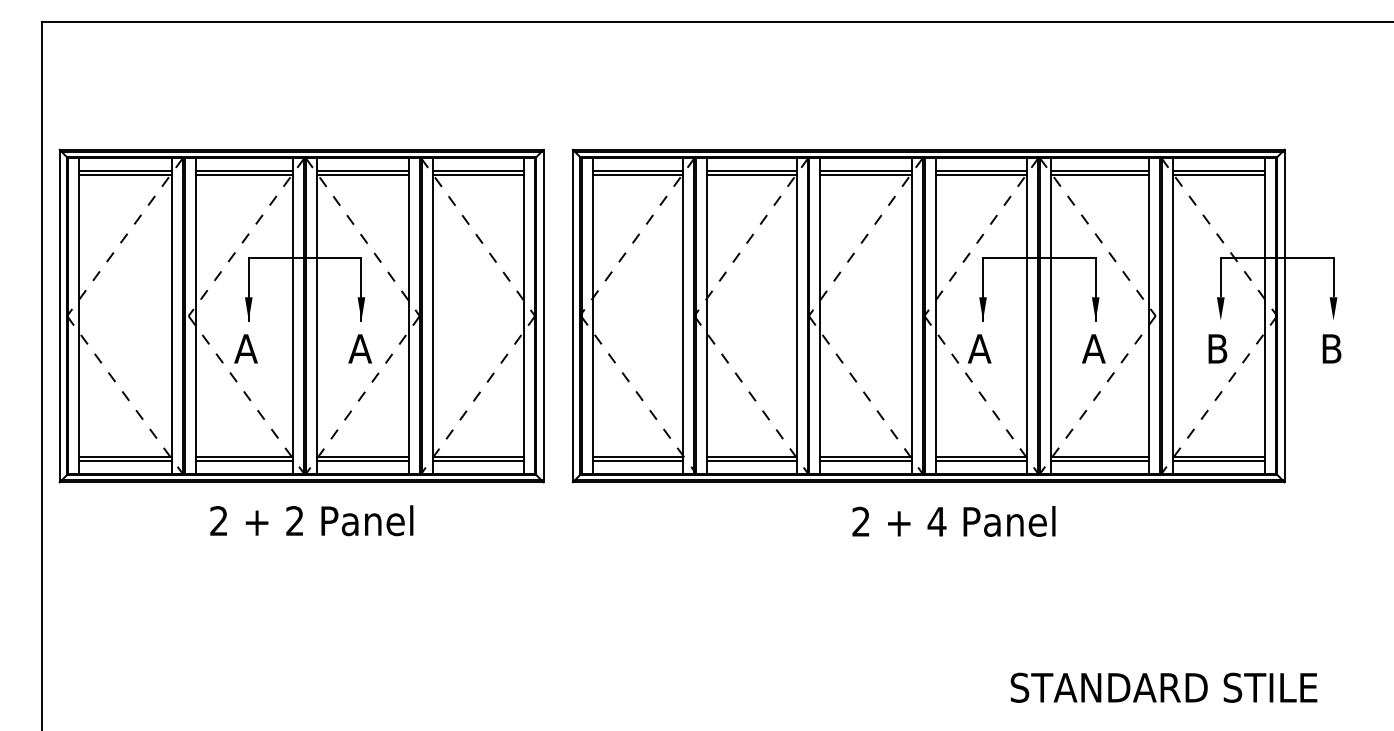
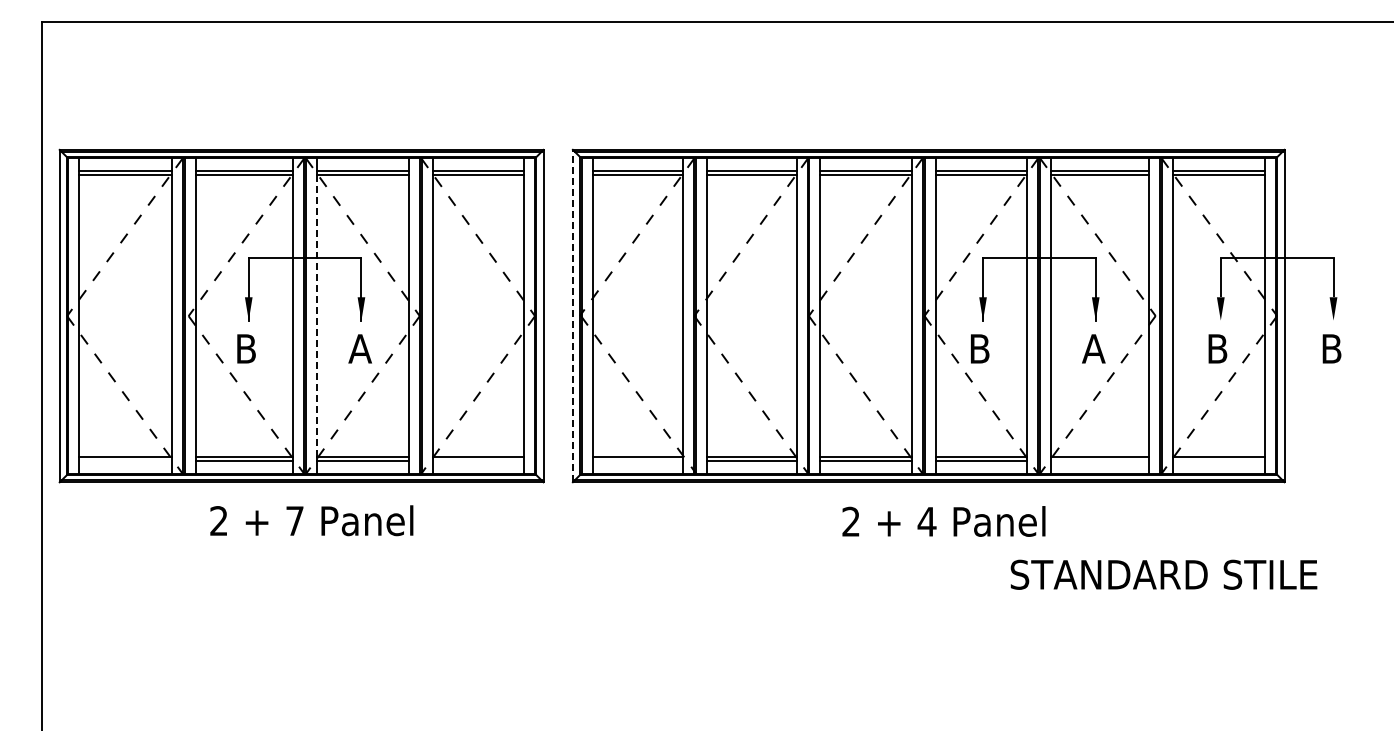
line at (317, 315): solid -> dashed
line at (572, 315): solid -> dashed
text at (245, 348): A -> B
text at (979, 348): A -> B
line at (125, 460): present -> none
line at (477, 460): present -> none
line at (637, 460): present -> none
line at (1099, 460): present -> none
line at (1218, 460): present -> none
text at (294, 520): 2 -> 7
text at (953, 521) position: (953, 521) -> (943, 521)
text at (1163, 687) position: (1163, 687) -> (1163, 574)
